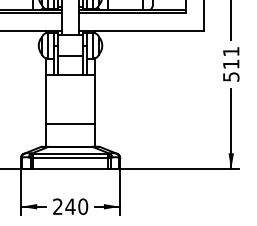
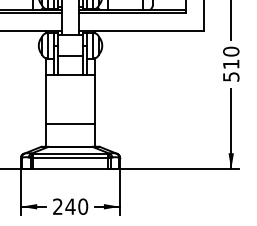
text at (231, 51): 511 -> 510
